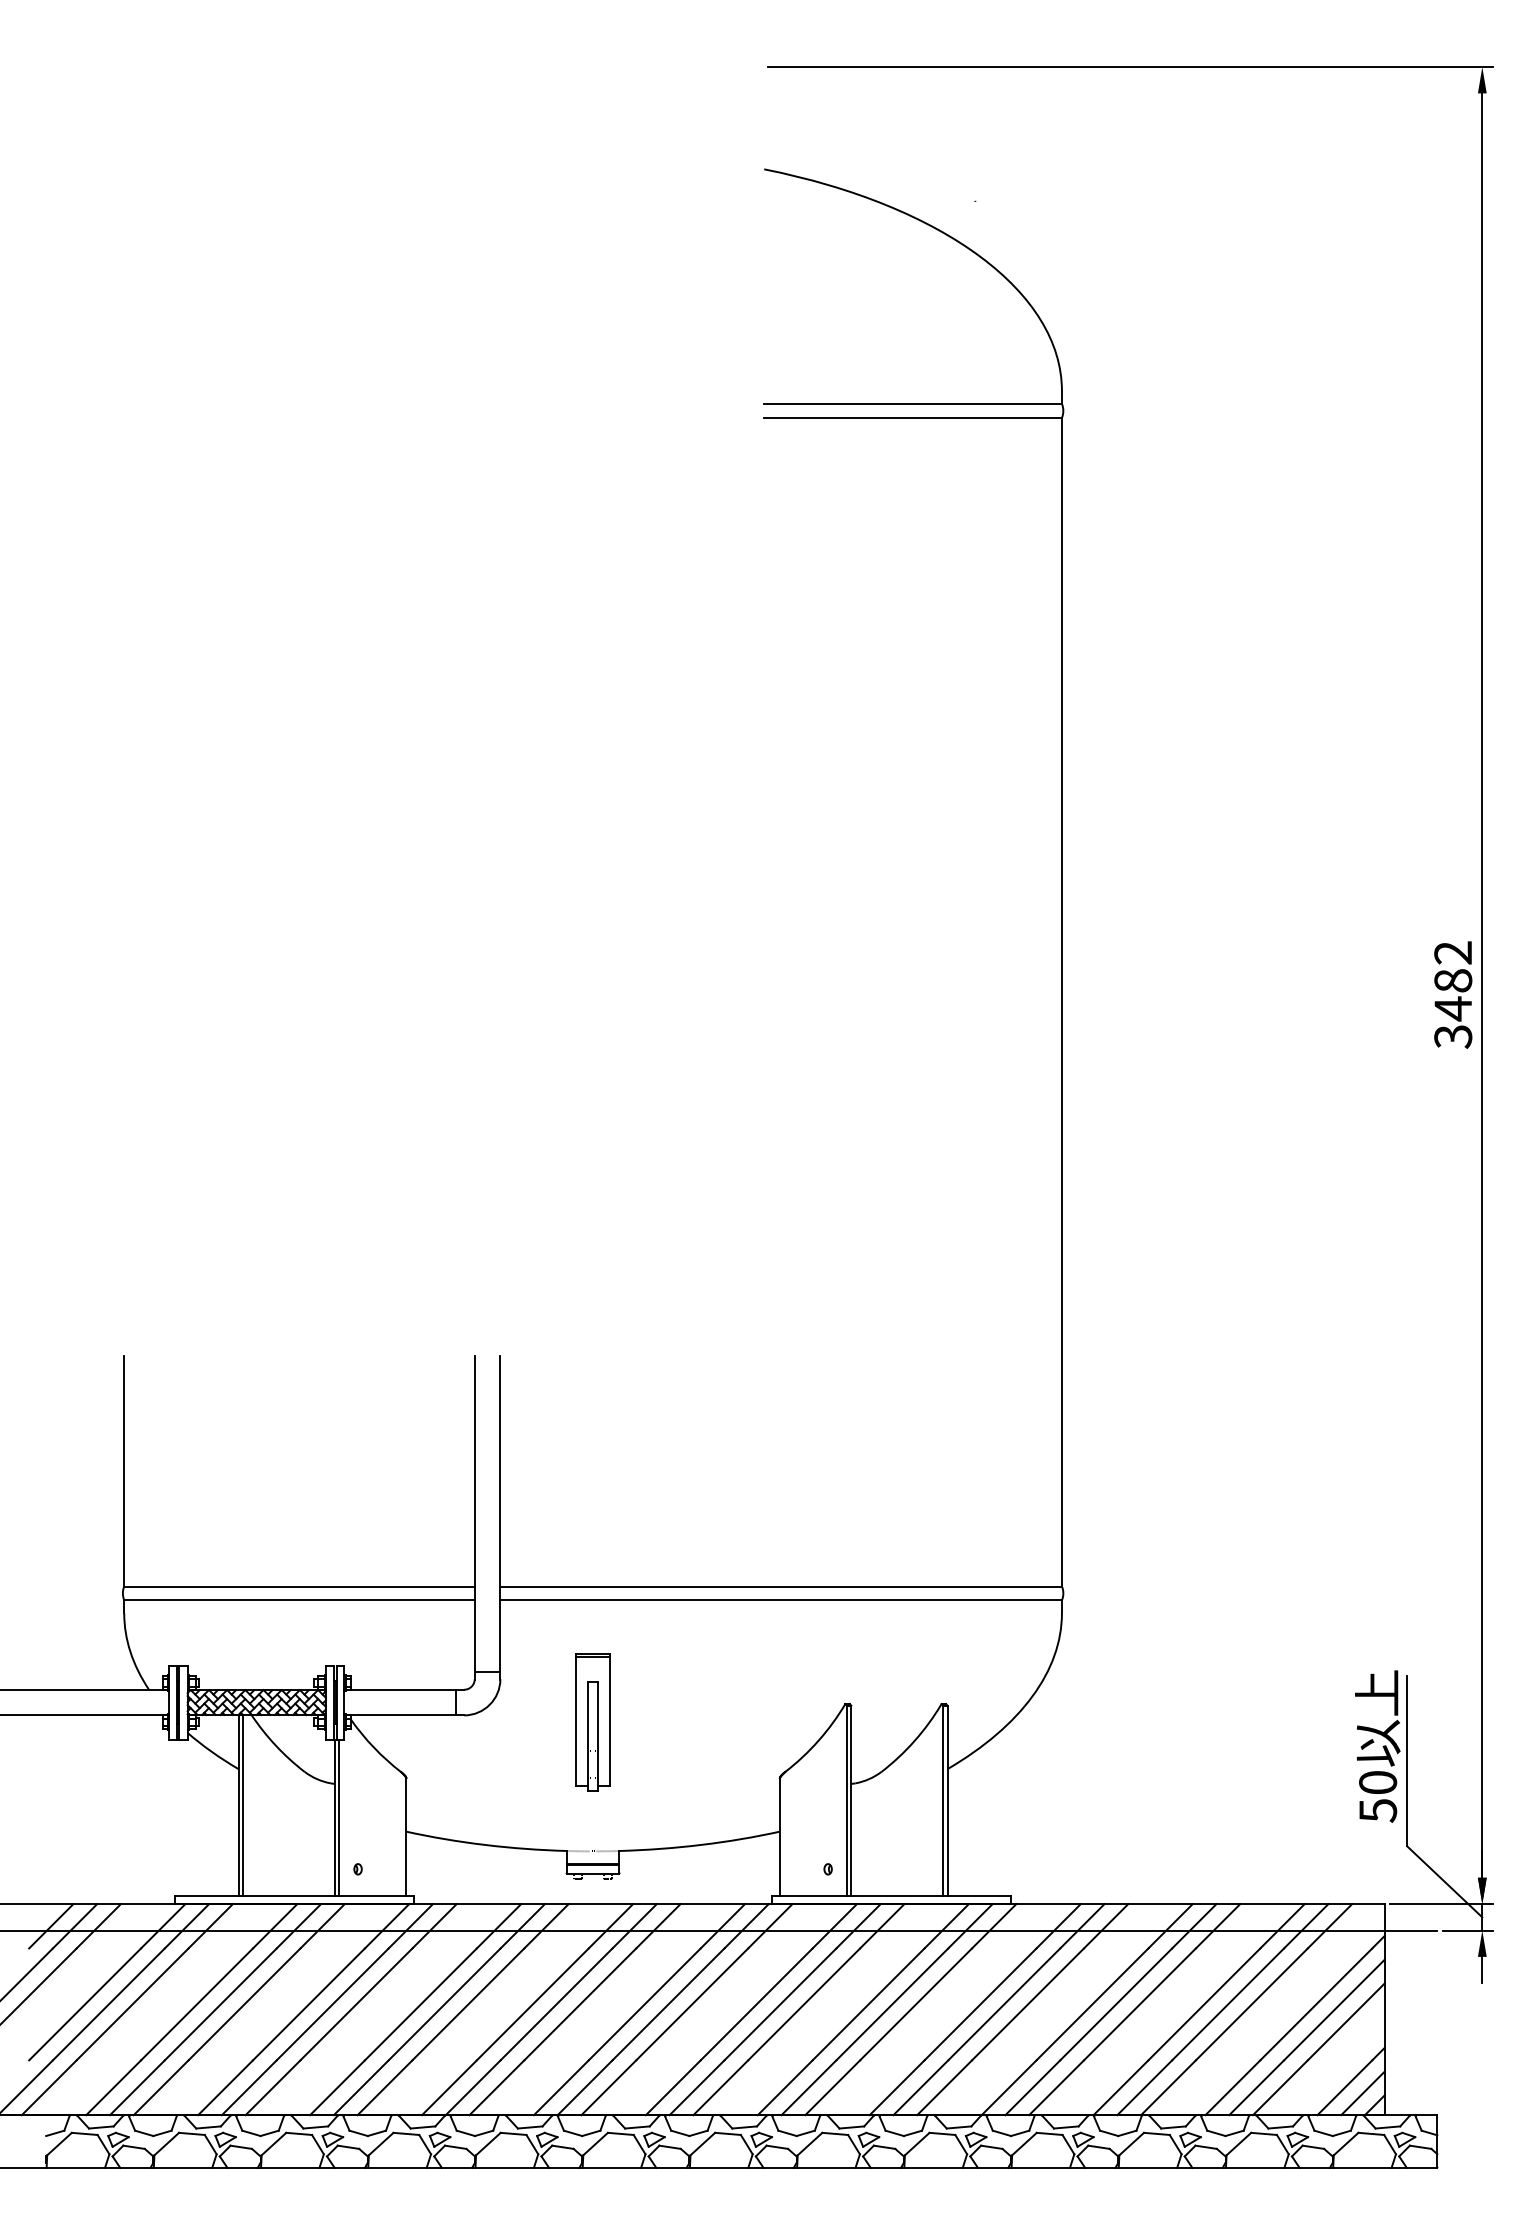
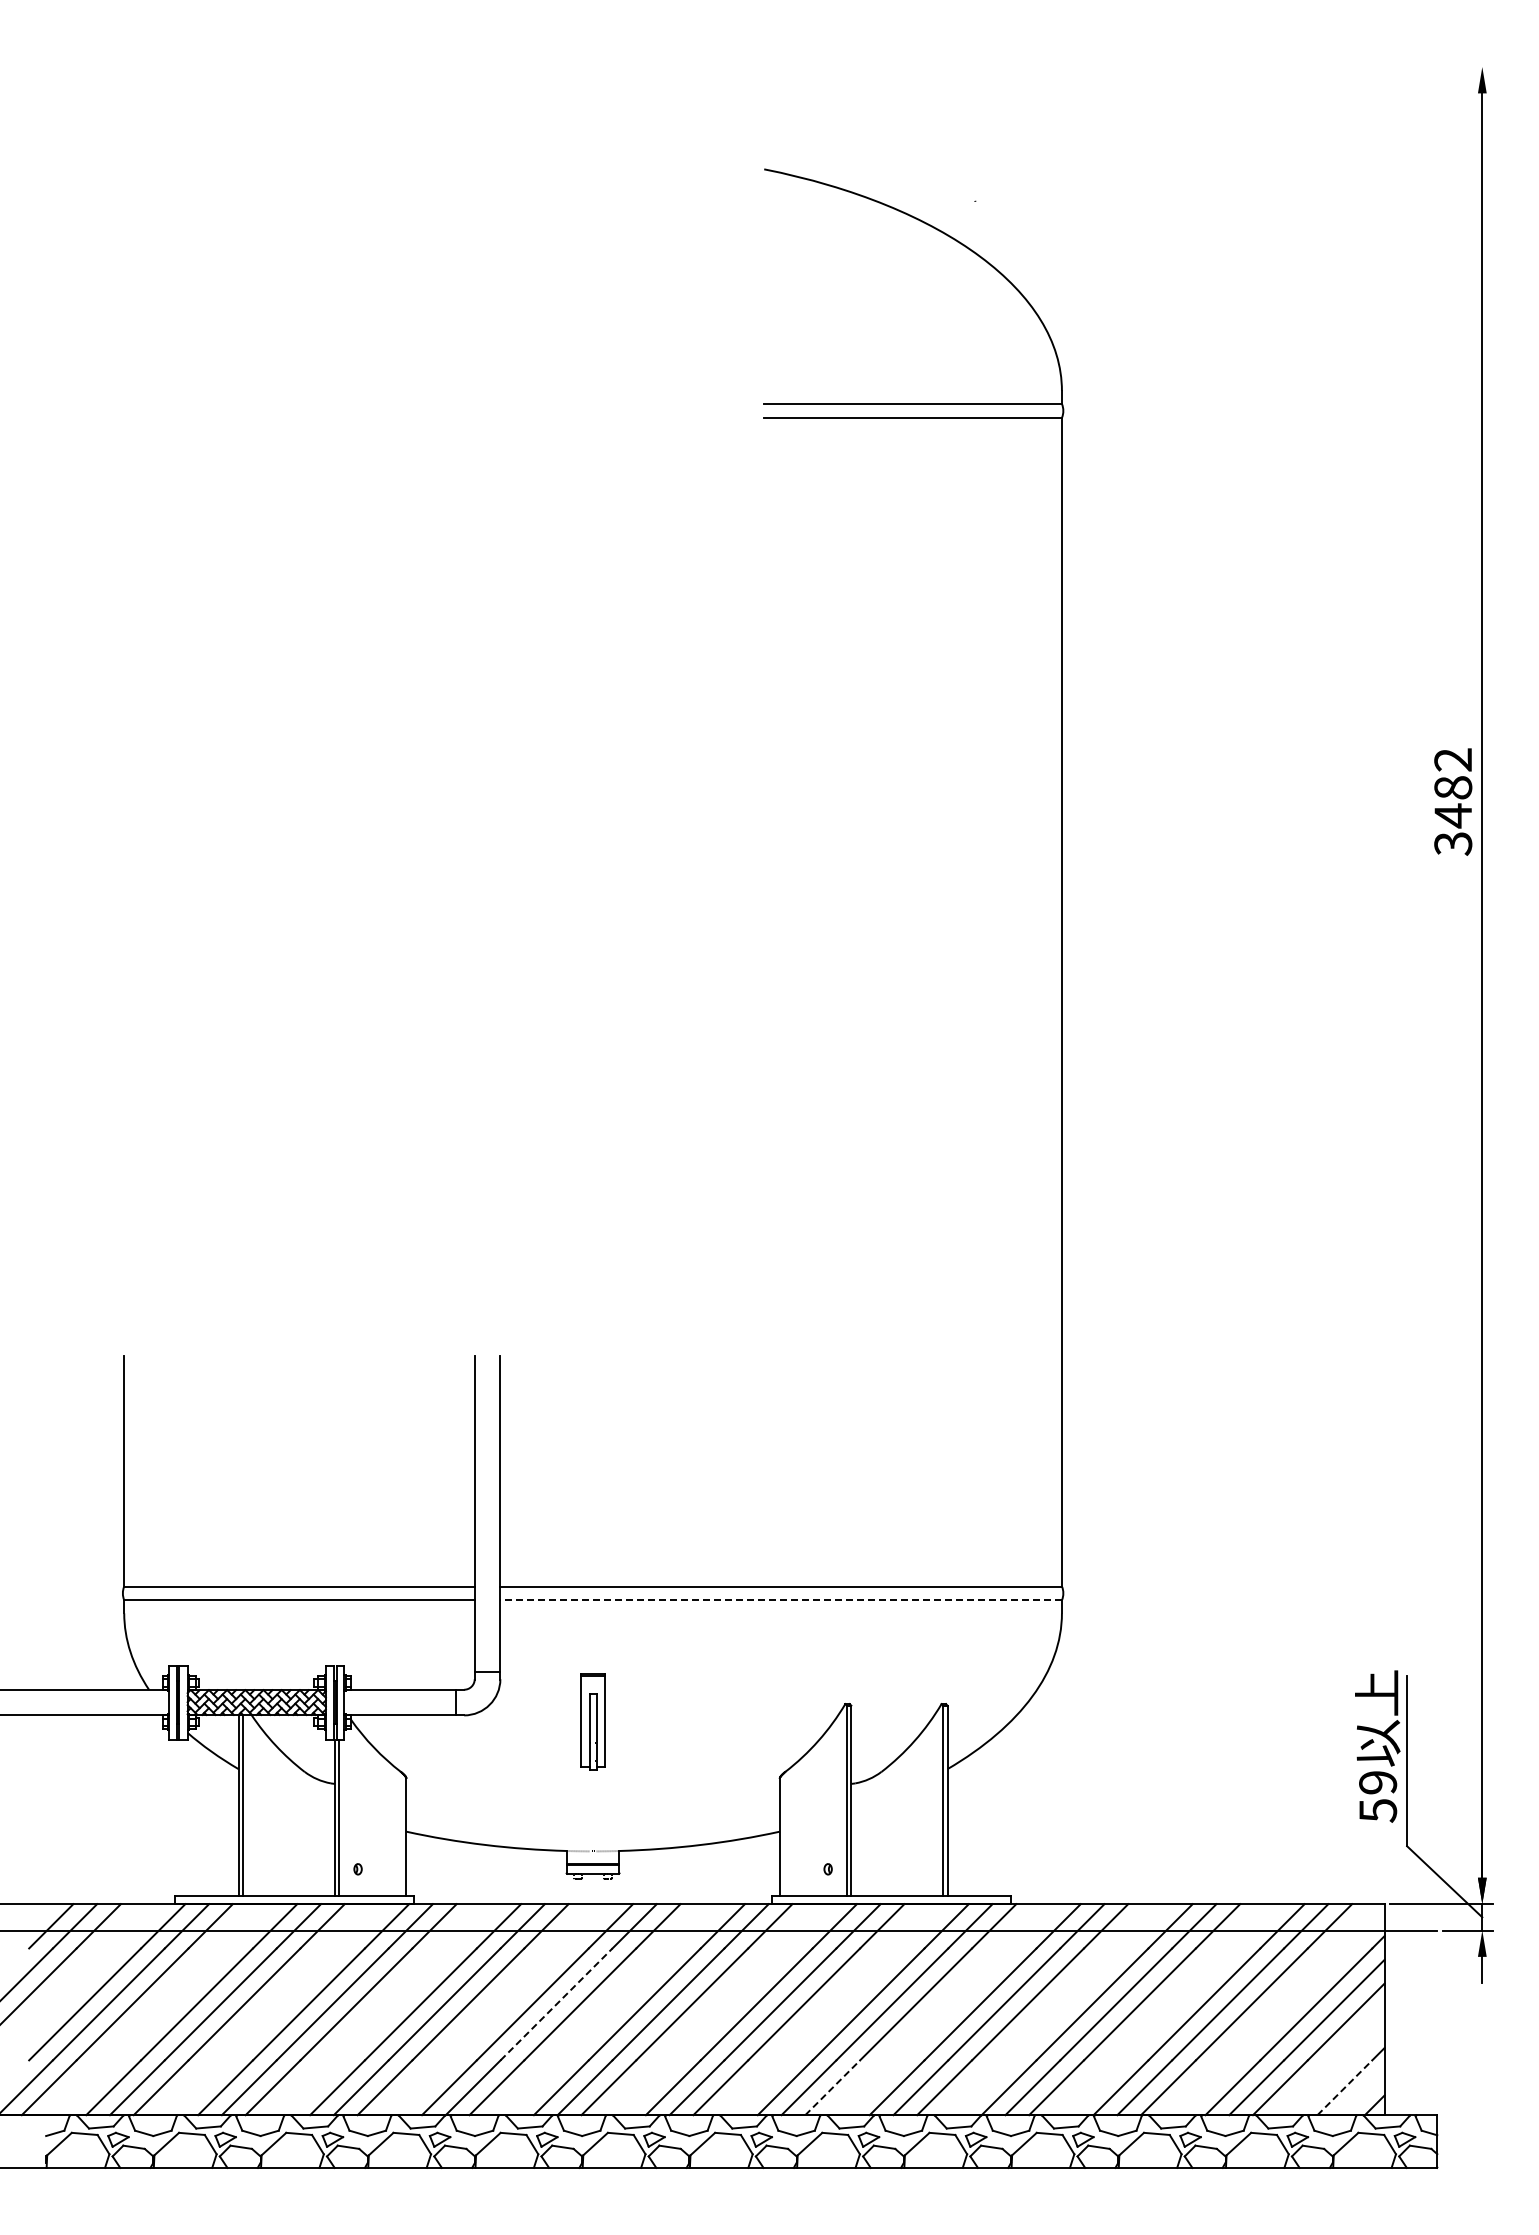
line at (1130, 67): present -> none
text at (1453, 994) position: (1453, 994) -> (1453, 801)
line at (781, 1600): solid -> dashed
part at (592, 1722) size: 36x139 px -> 26x98 px
text at (1378, 1782): 50 -> 59
line at (556, 2004): solid -> dashed
line at (832, 2087): solid -> dashed
line at (1344, 2087): solid -> dashed
line at (1362, 2093): present -> none
